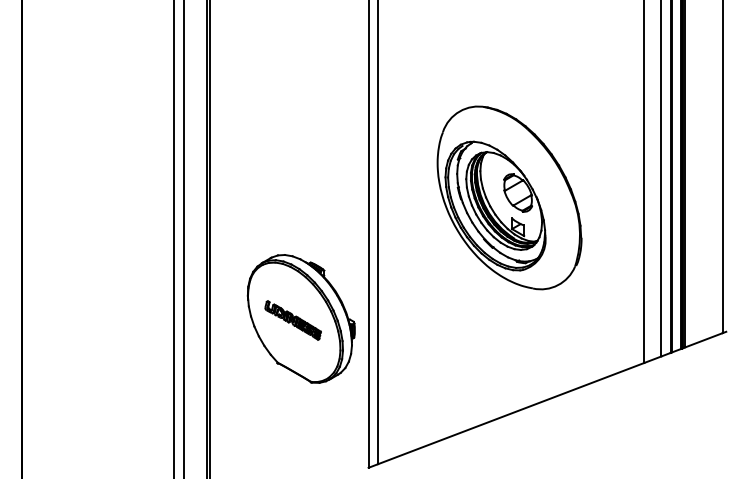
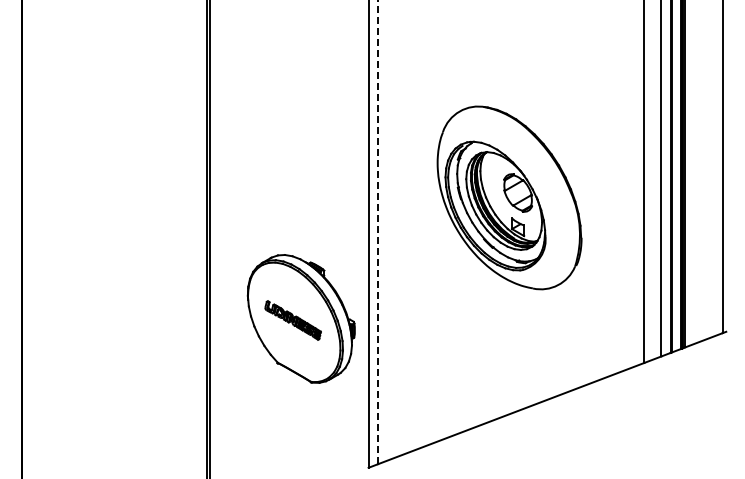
line at (378, 232): solid -> dashed
line at (174, 238): present -> none
line at (183, 238): present -> none
